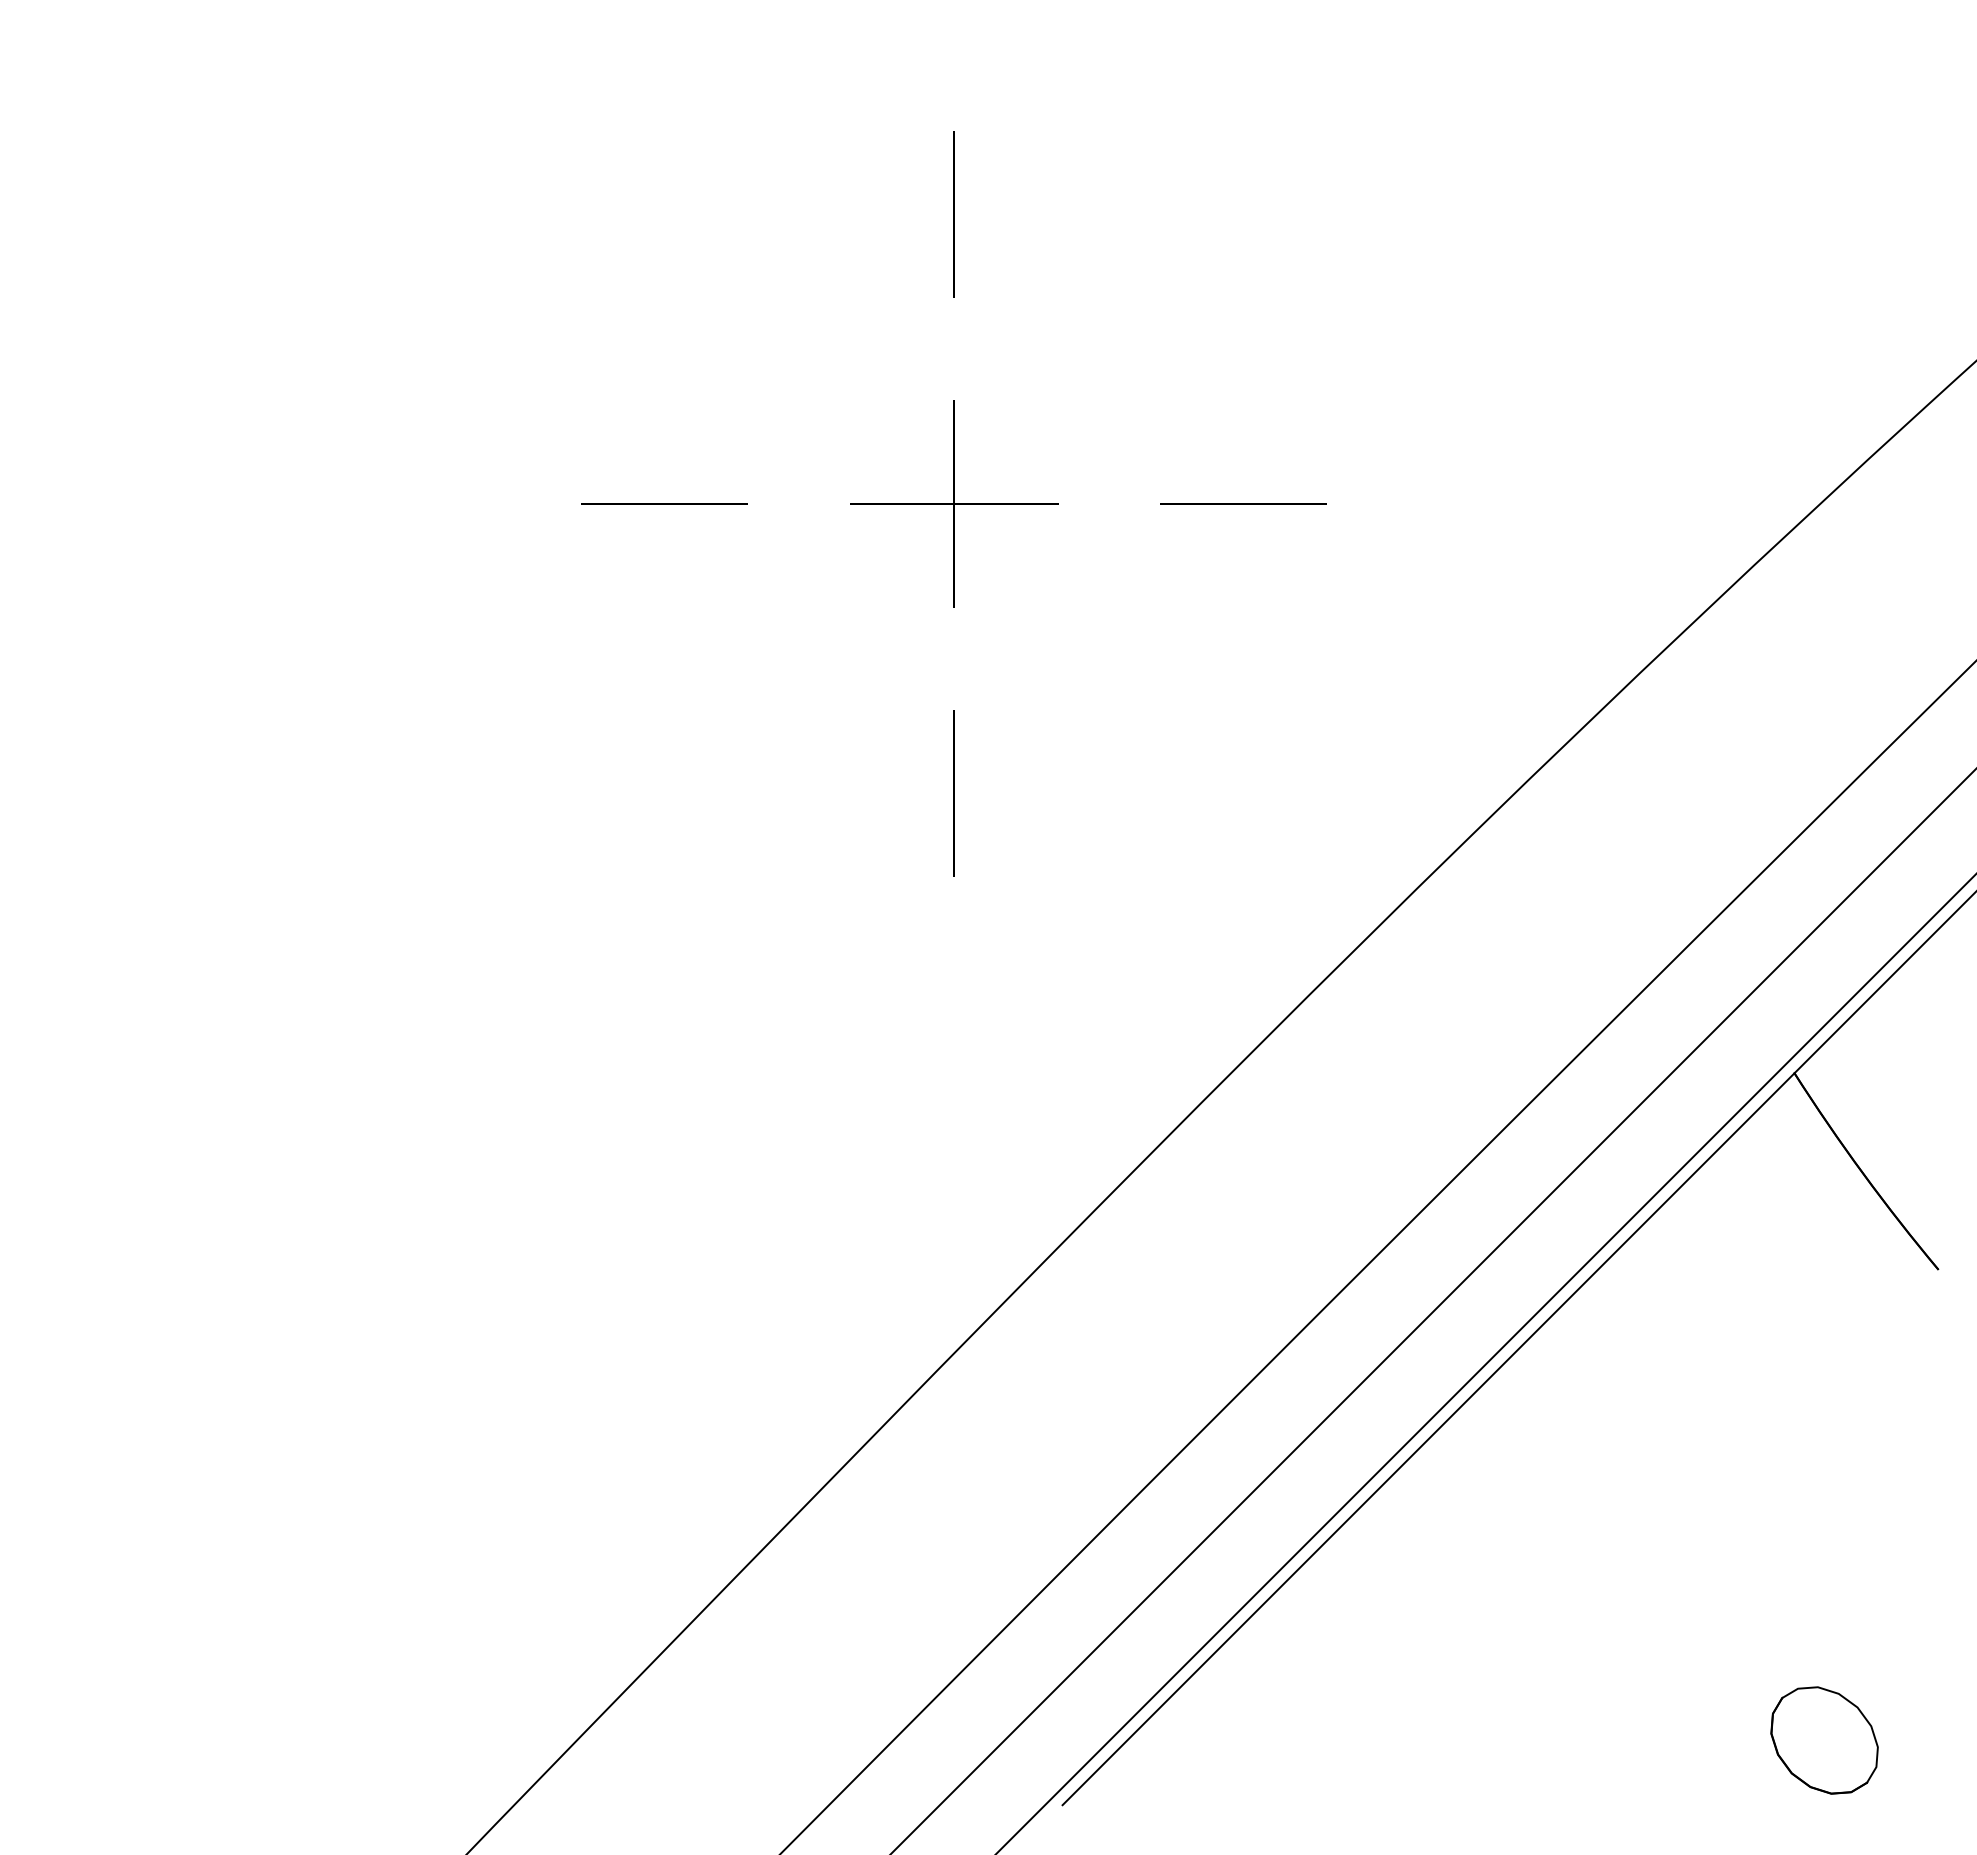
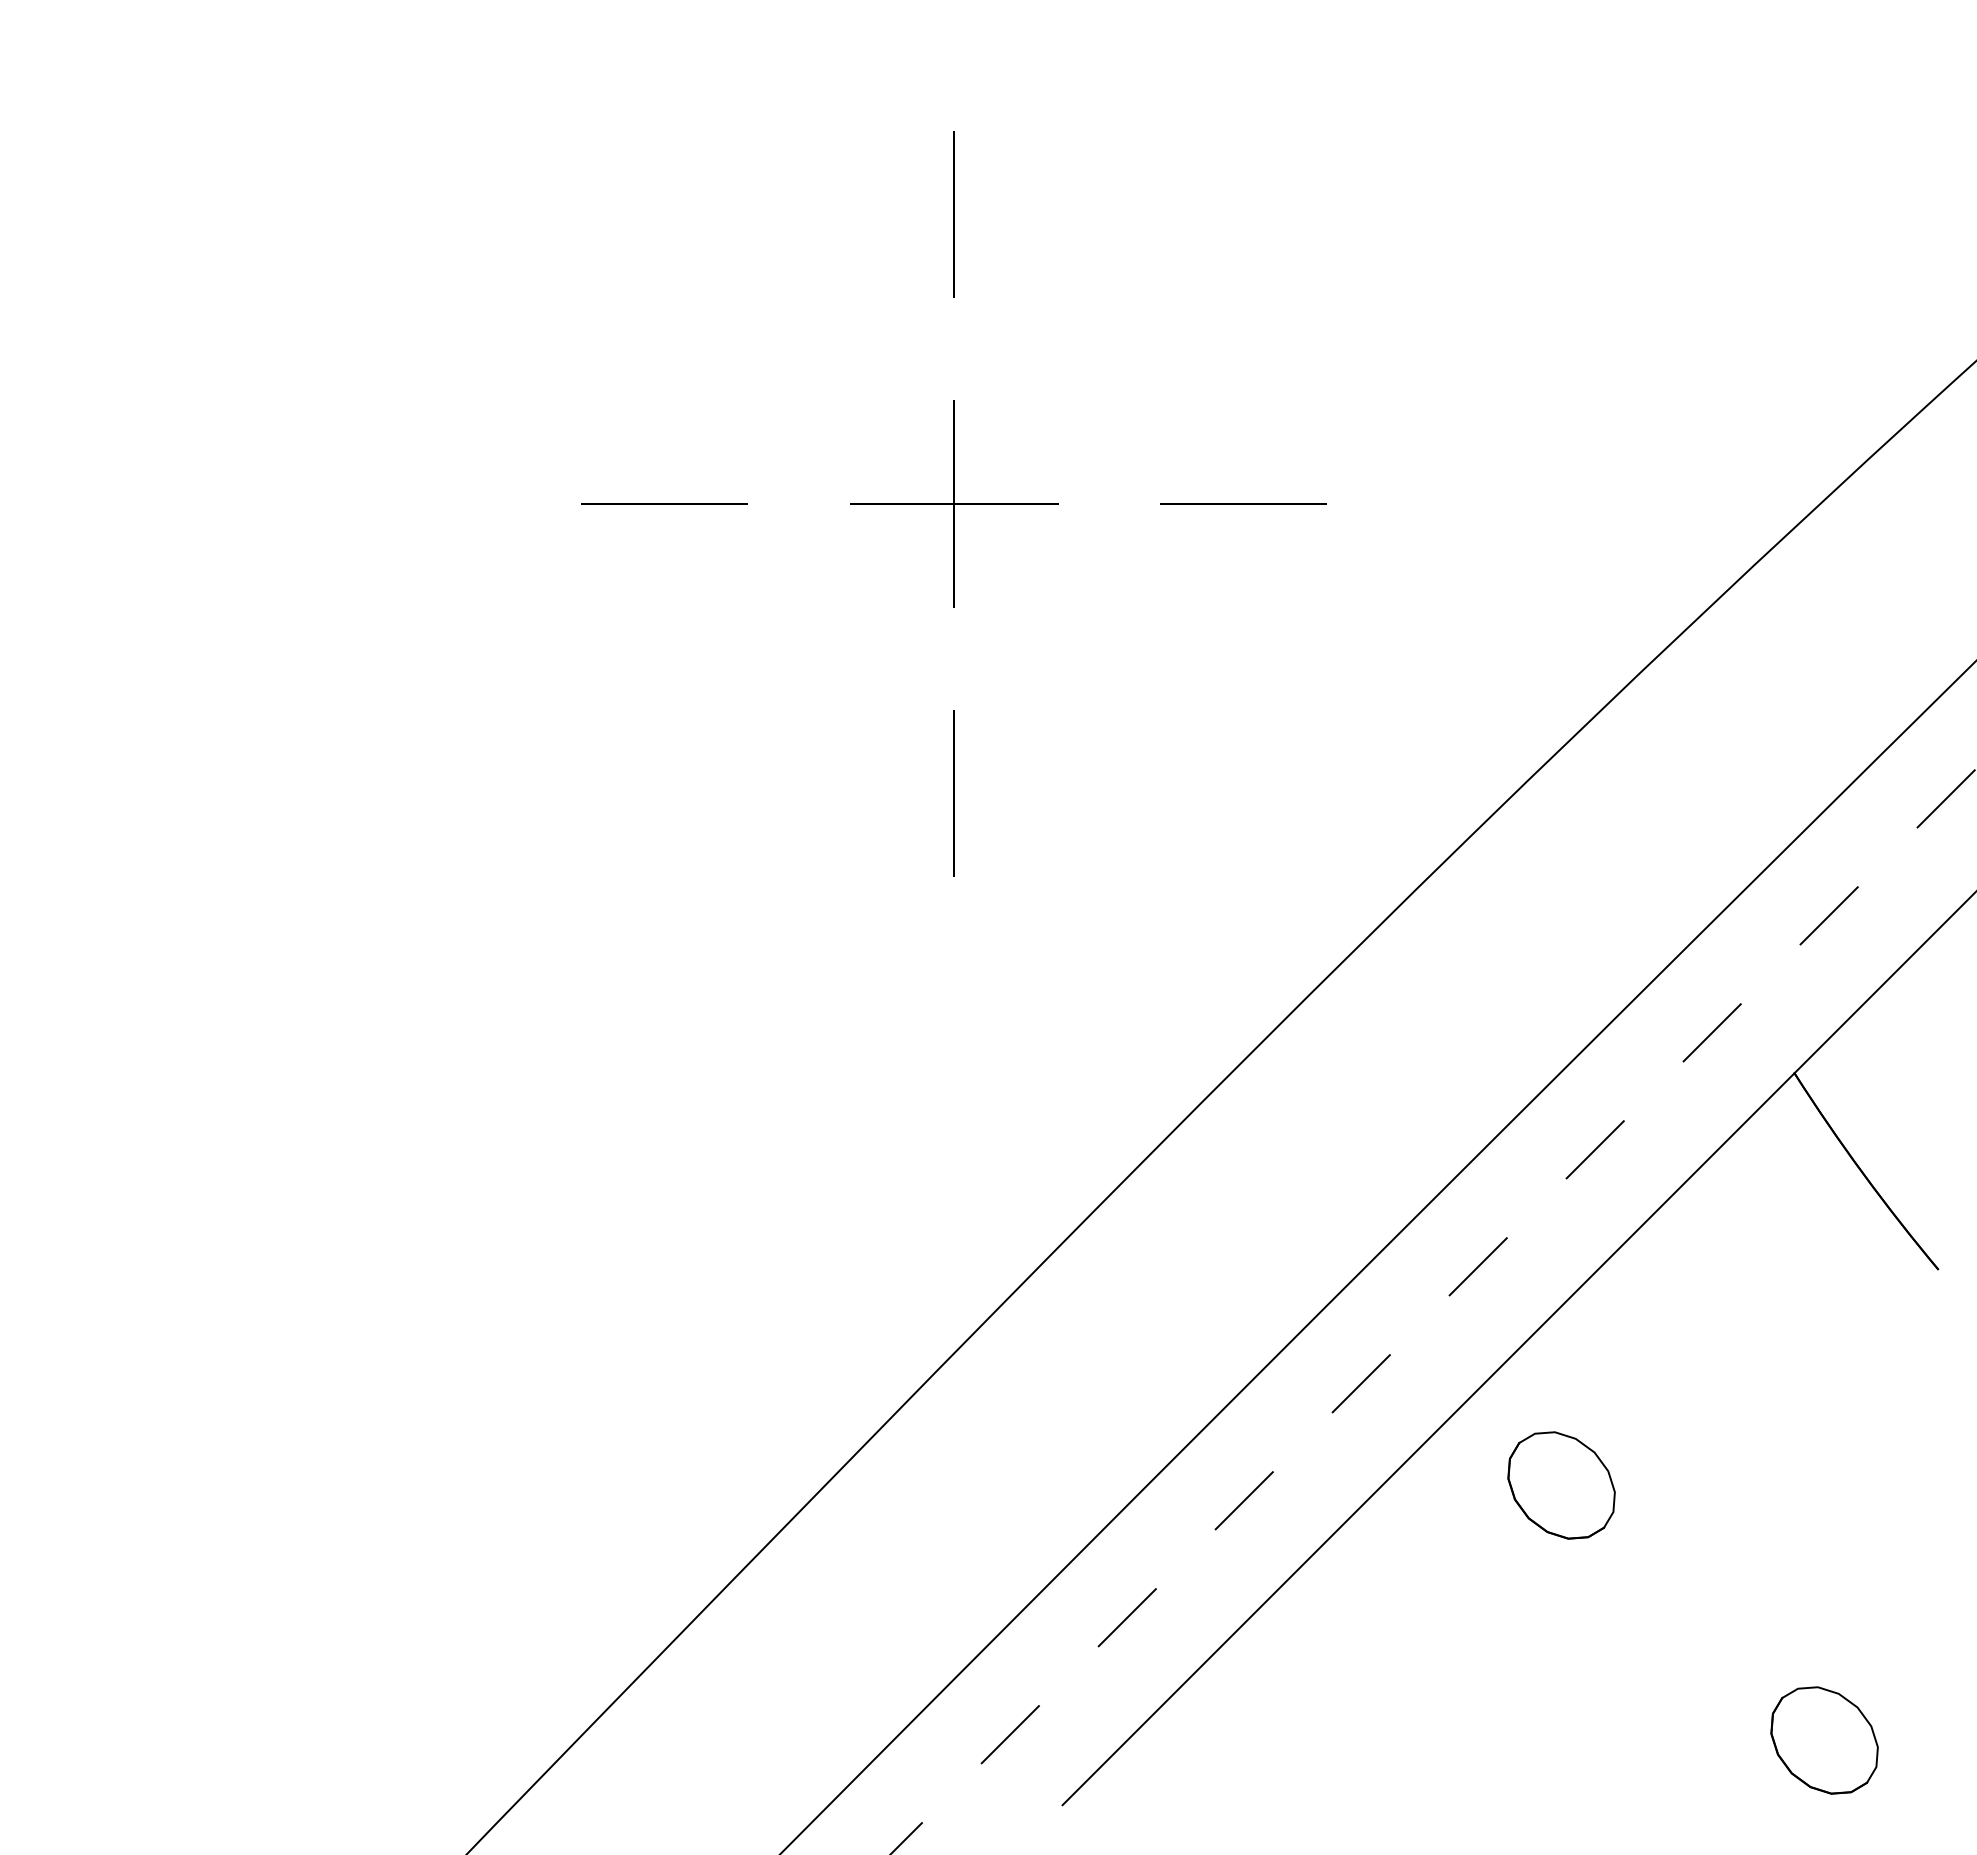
line at (1433, 1311): solid -> dashed
line at (1485, 1363): present -> none
part at (1561, 1485): none -> present
